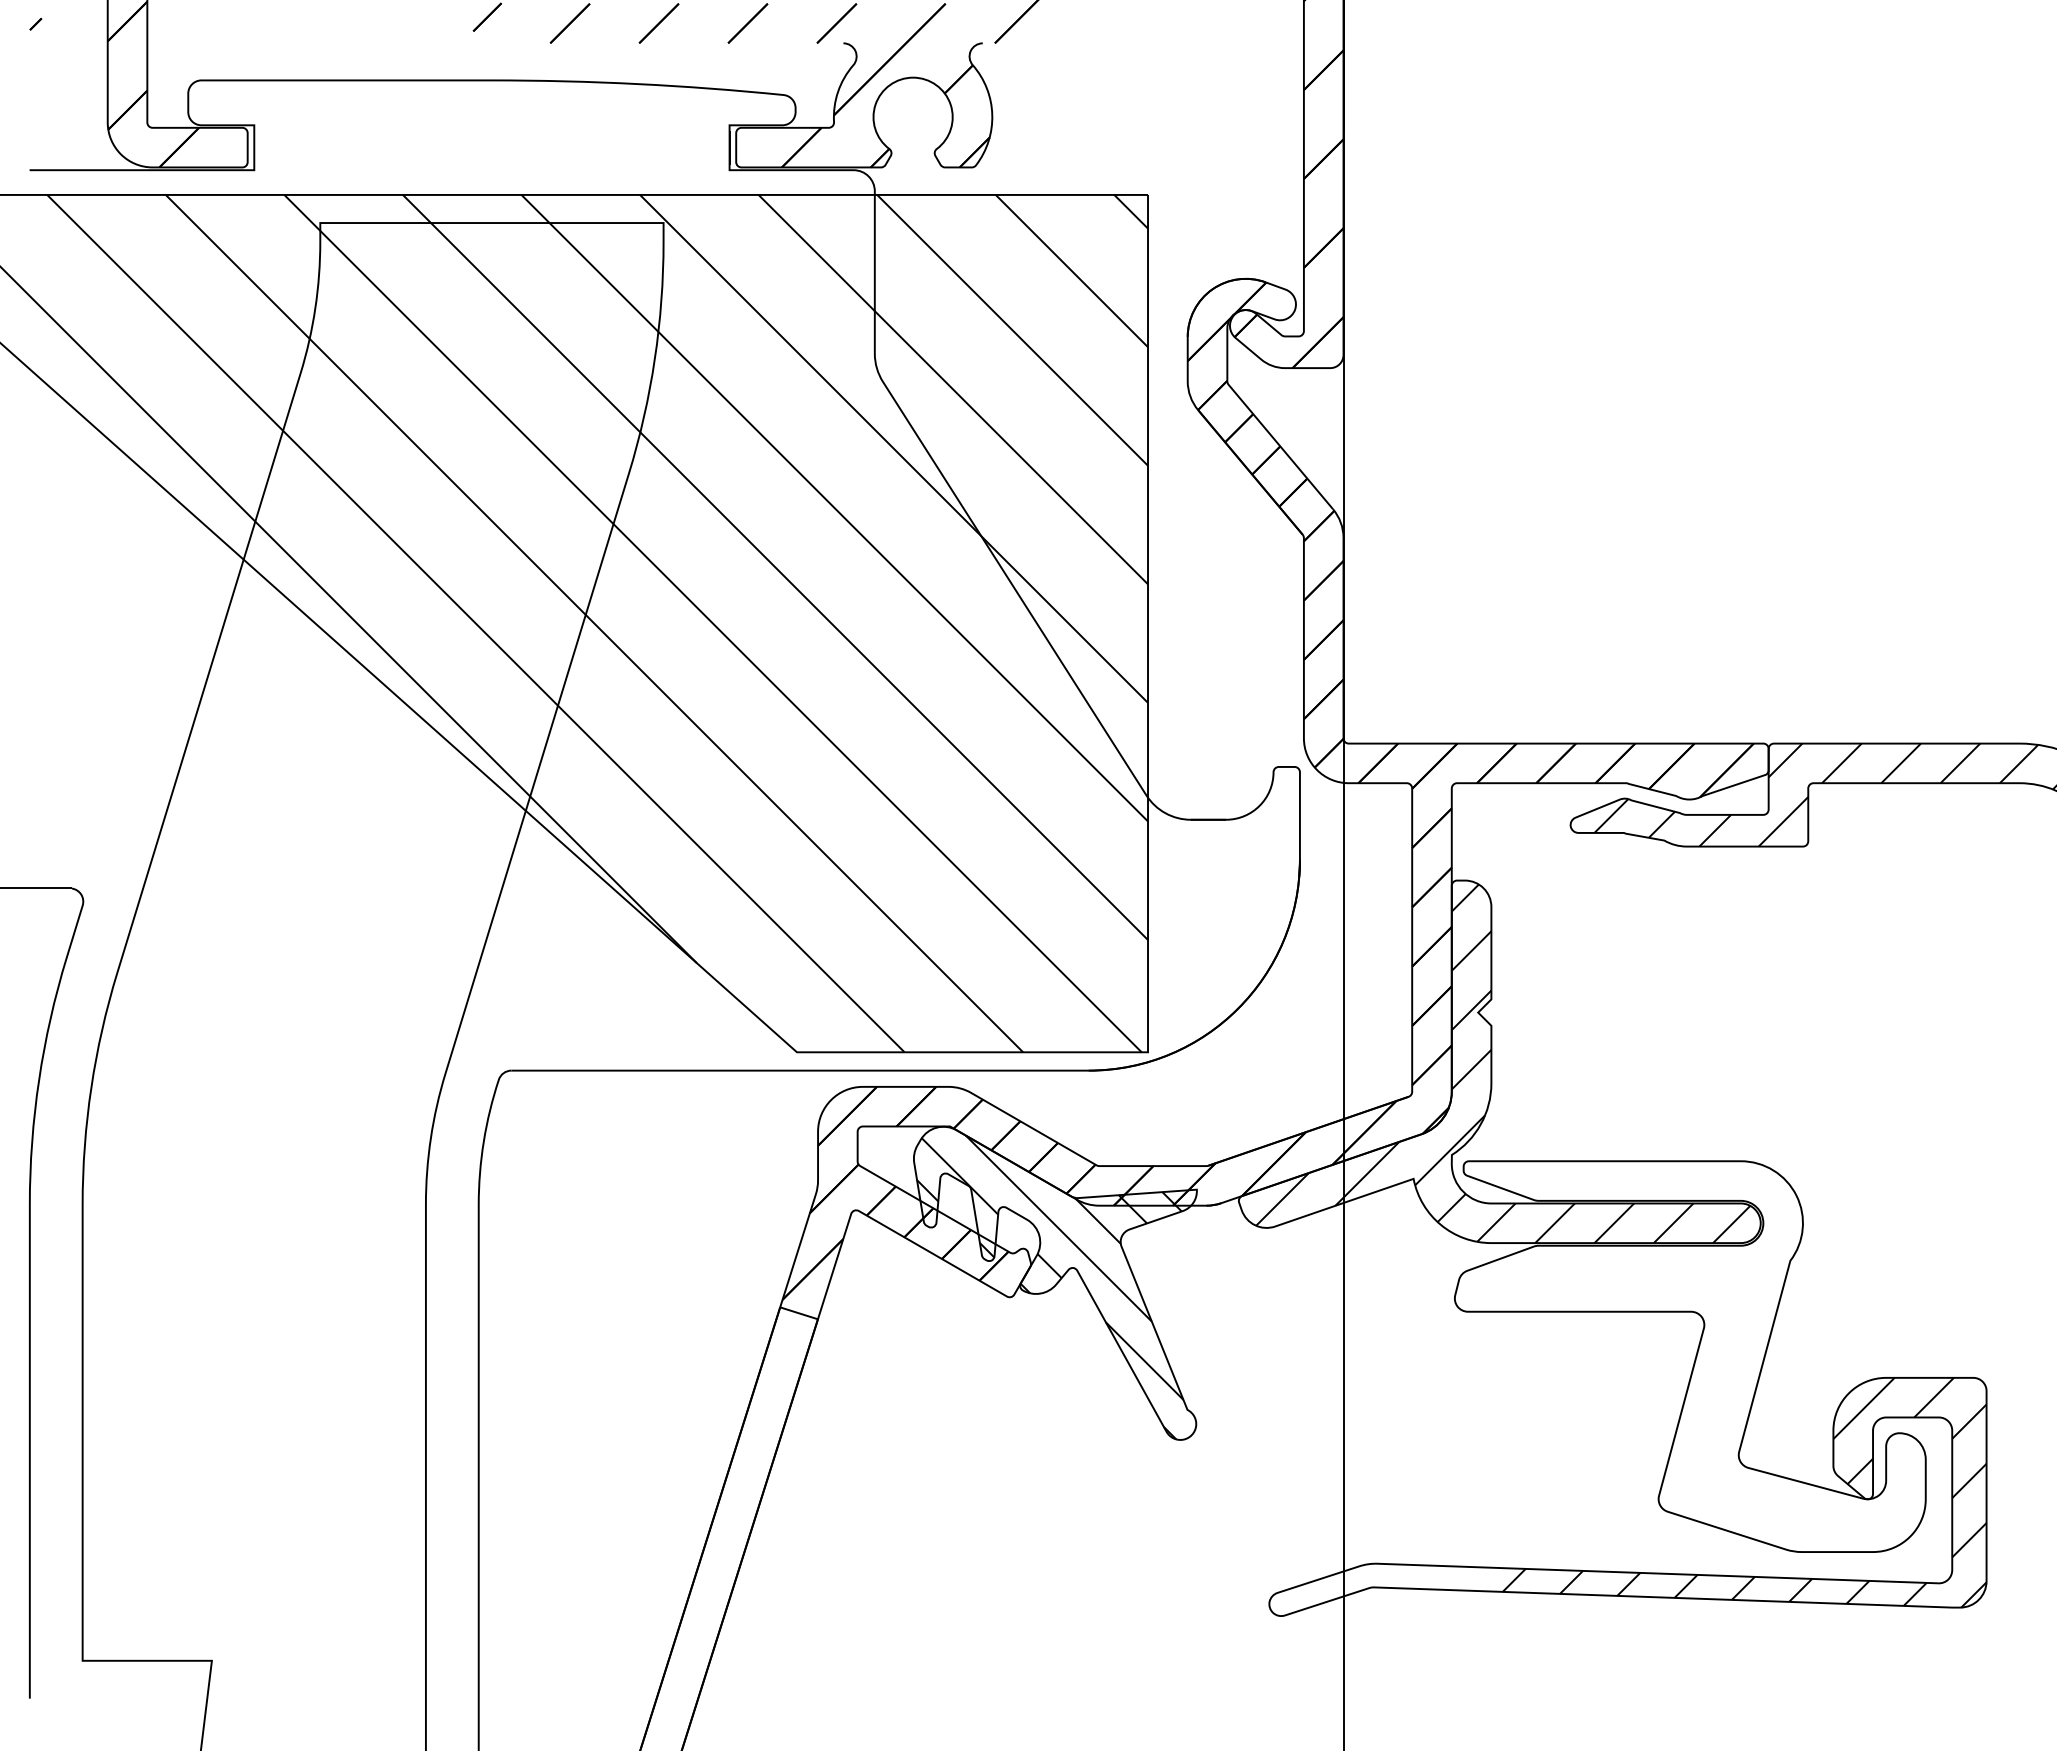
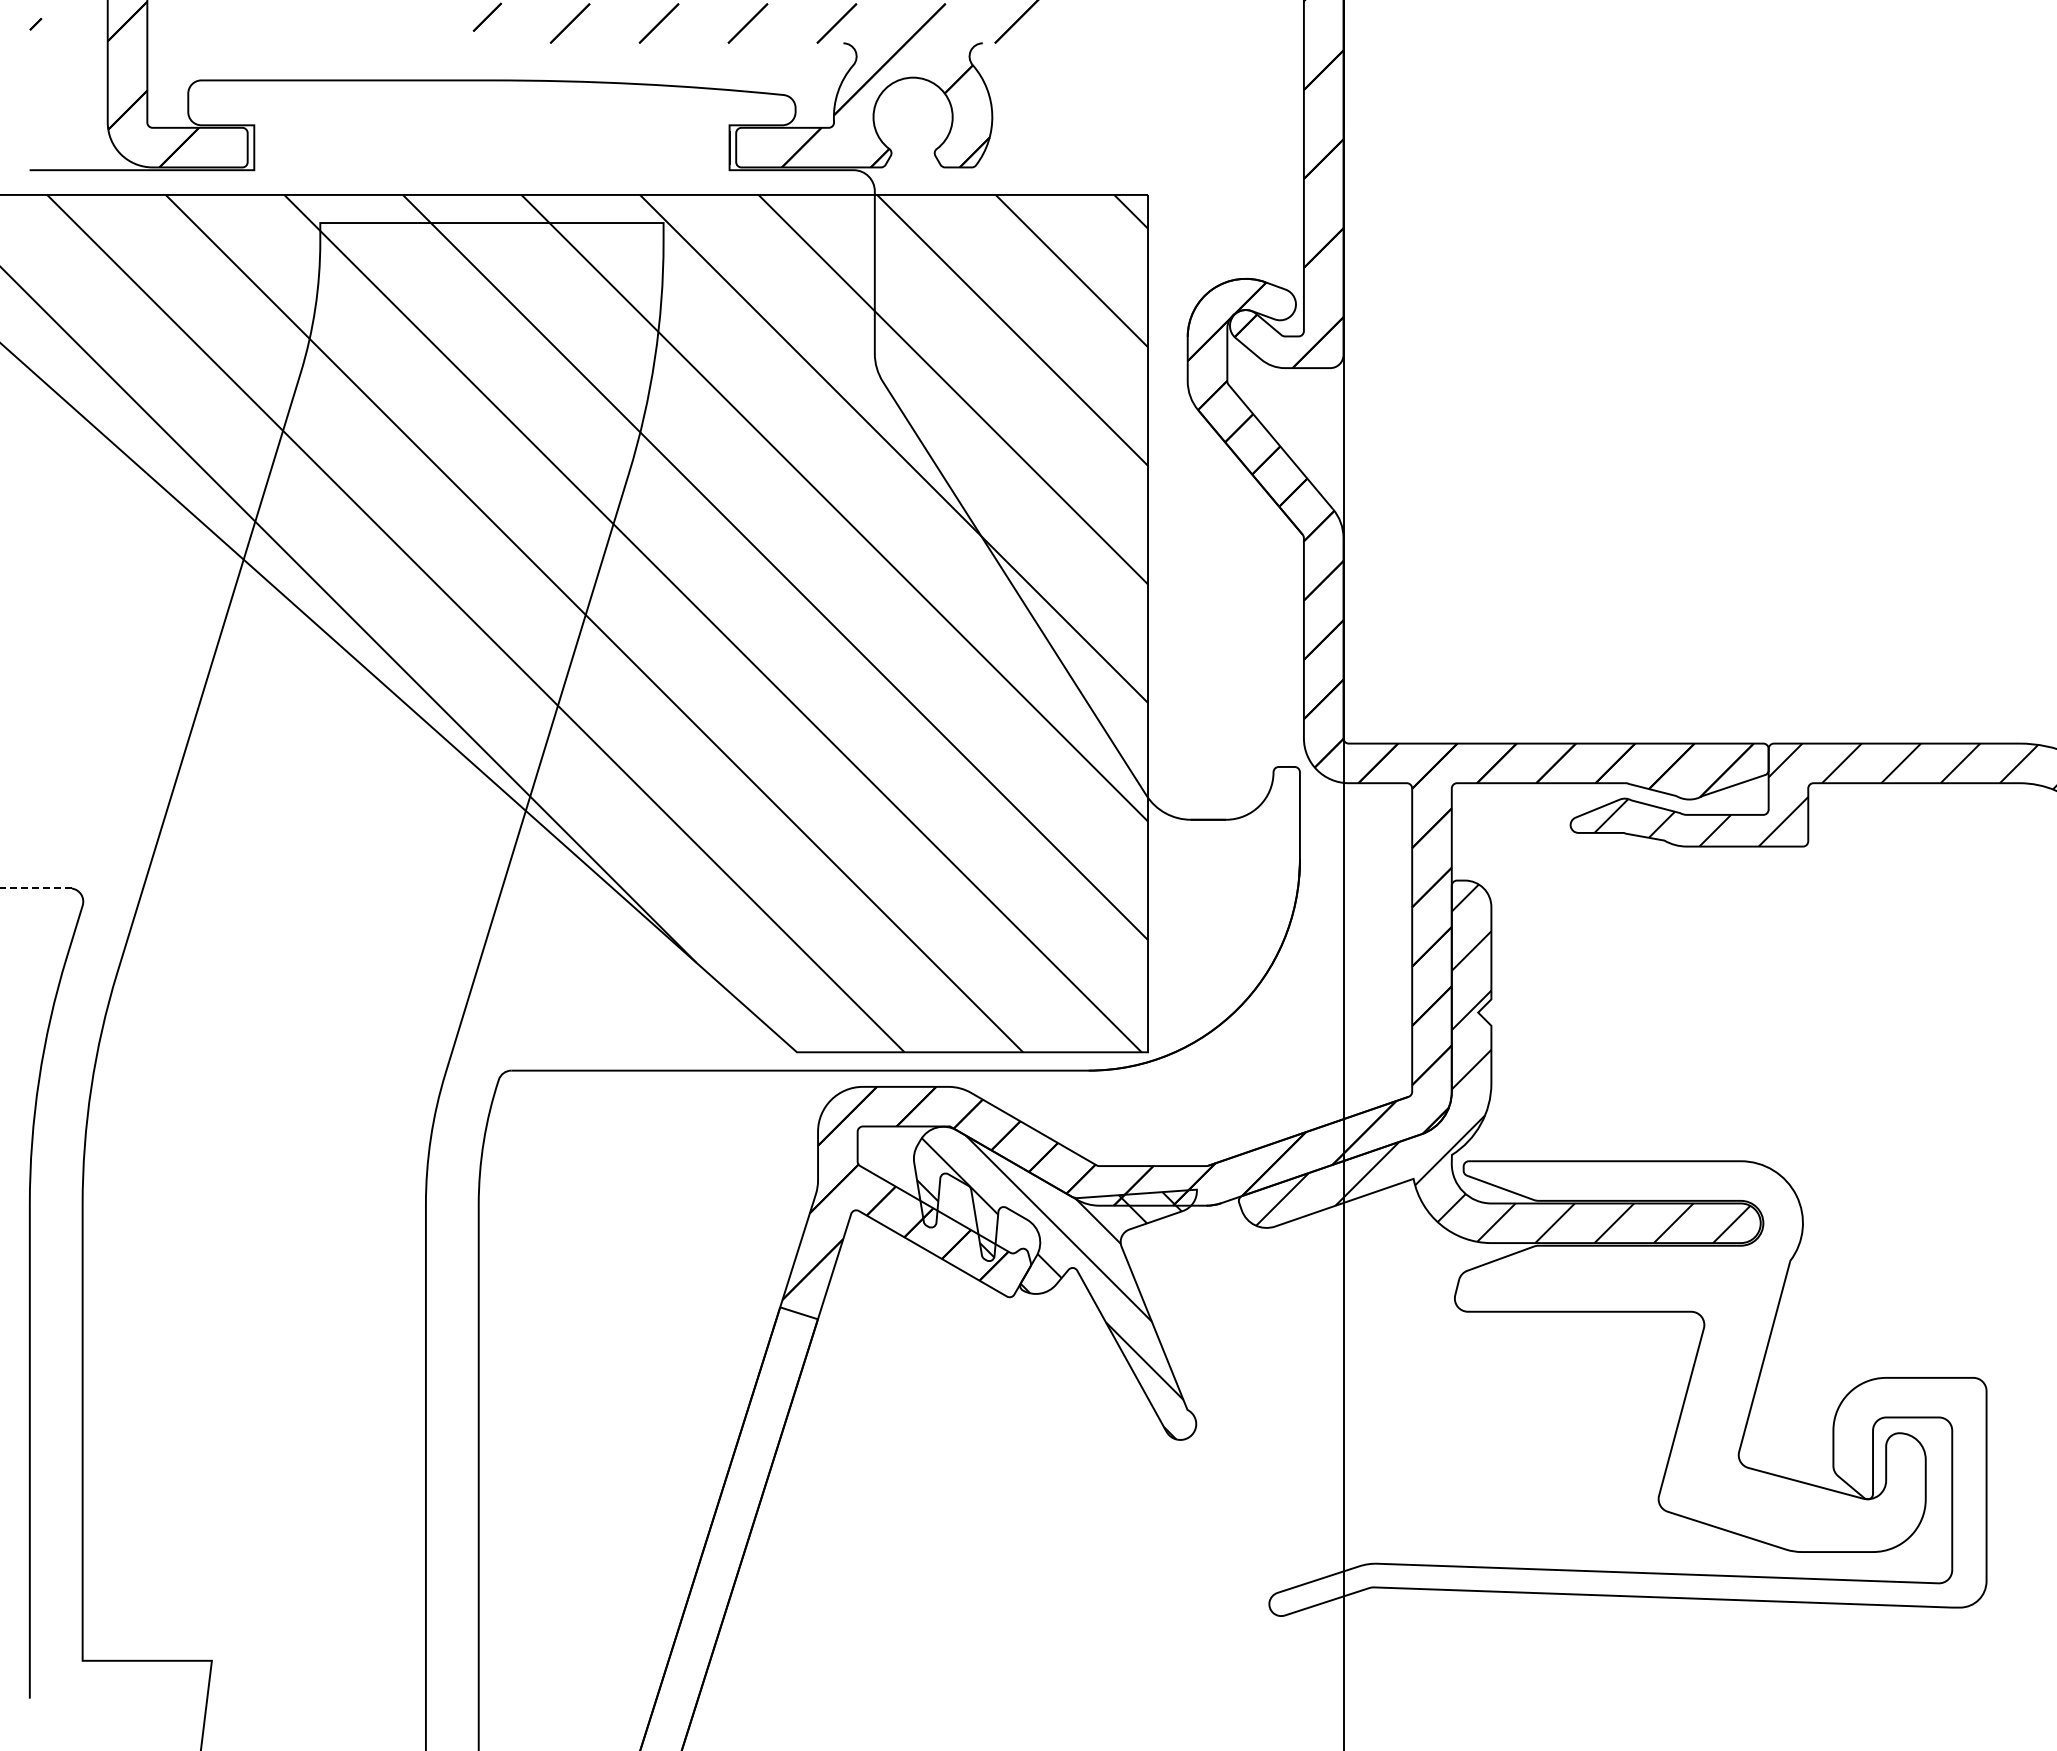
line at (36, 888): solid -> dashed
hatch at (1744, 1492): present -> none
